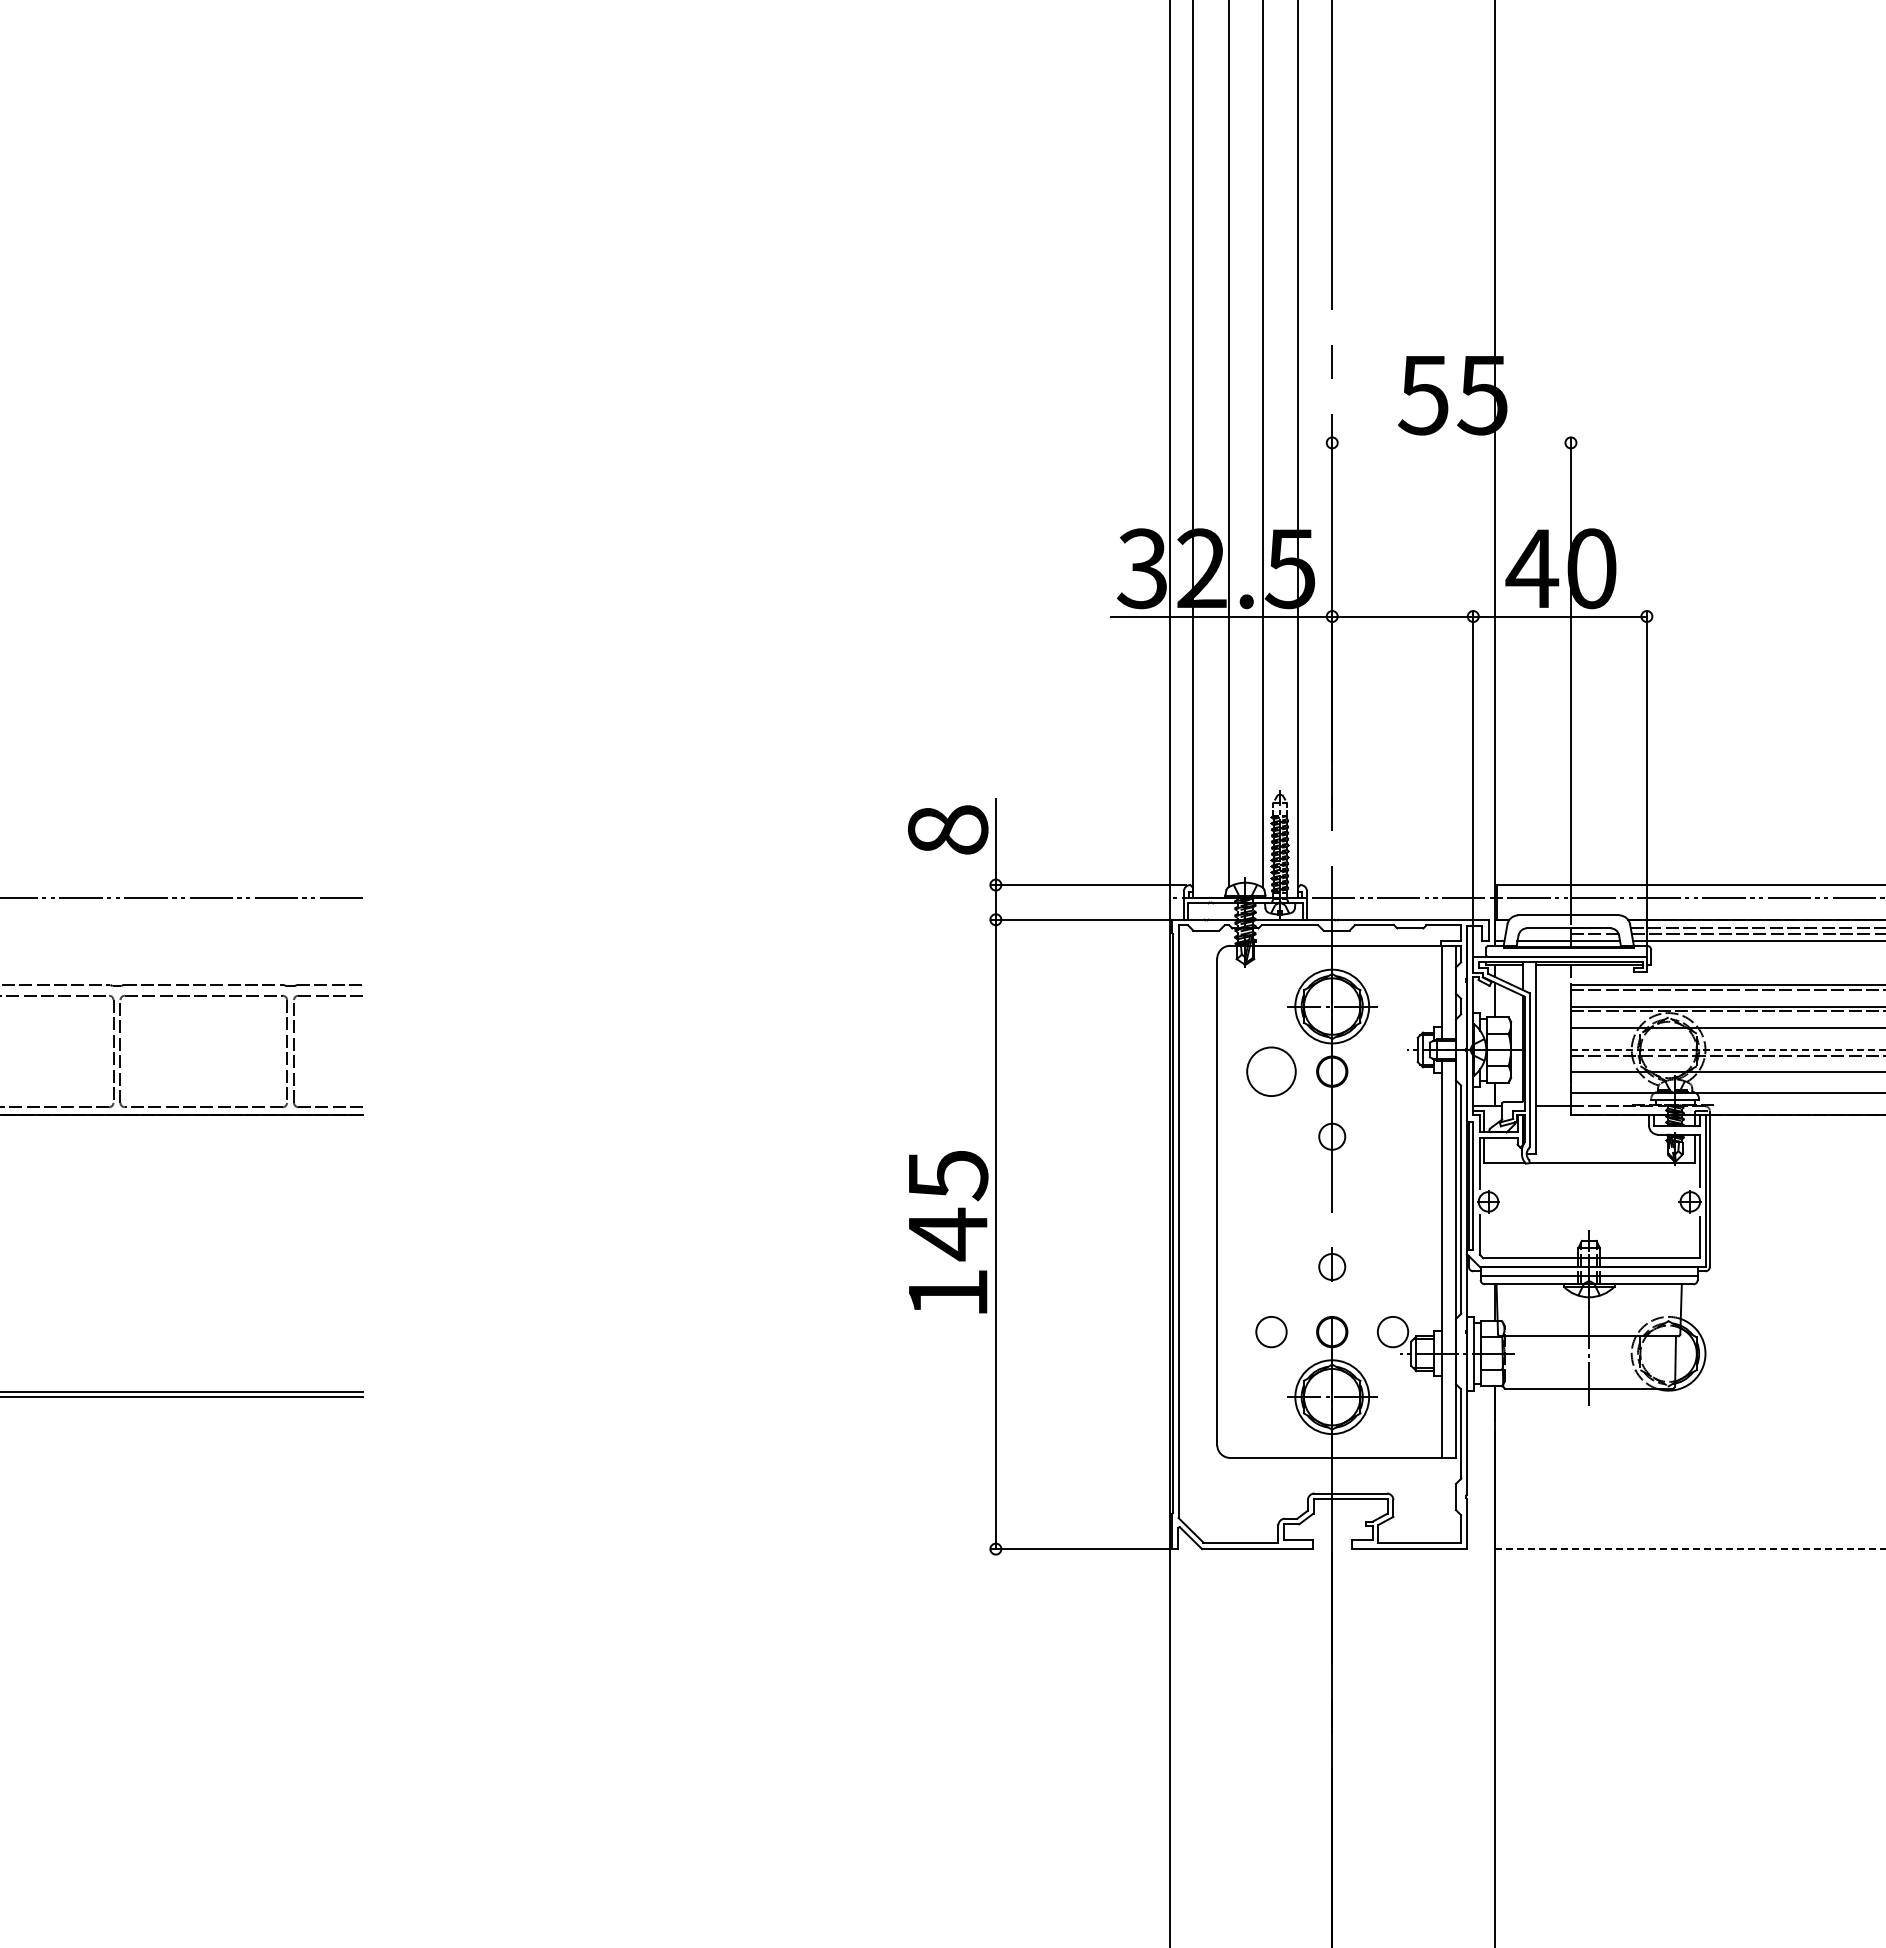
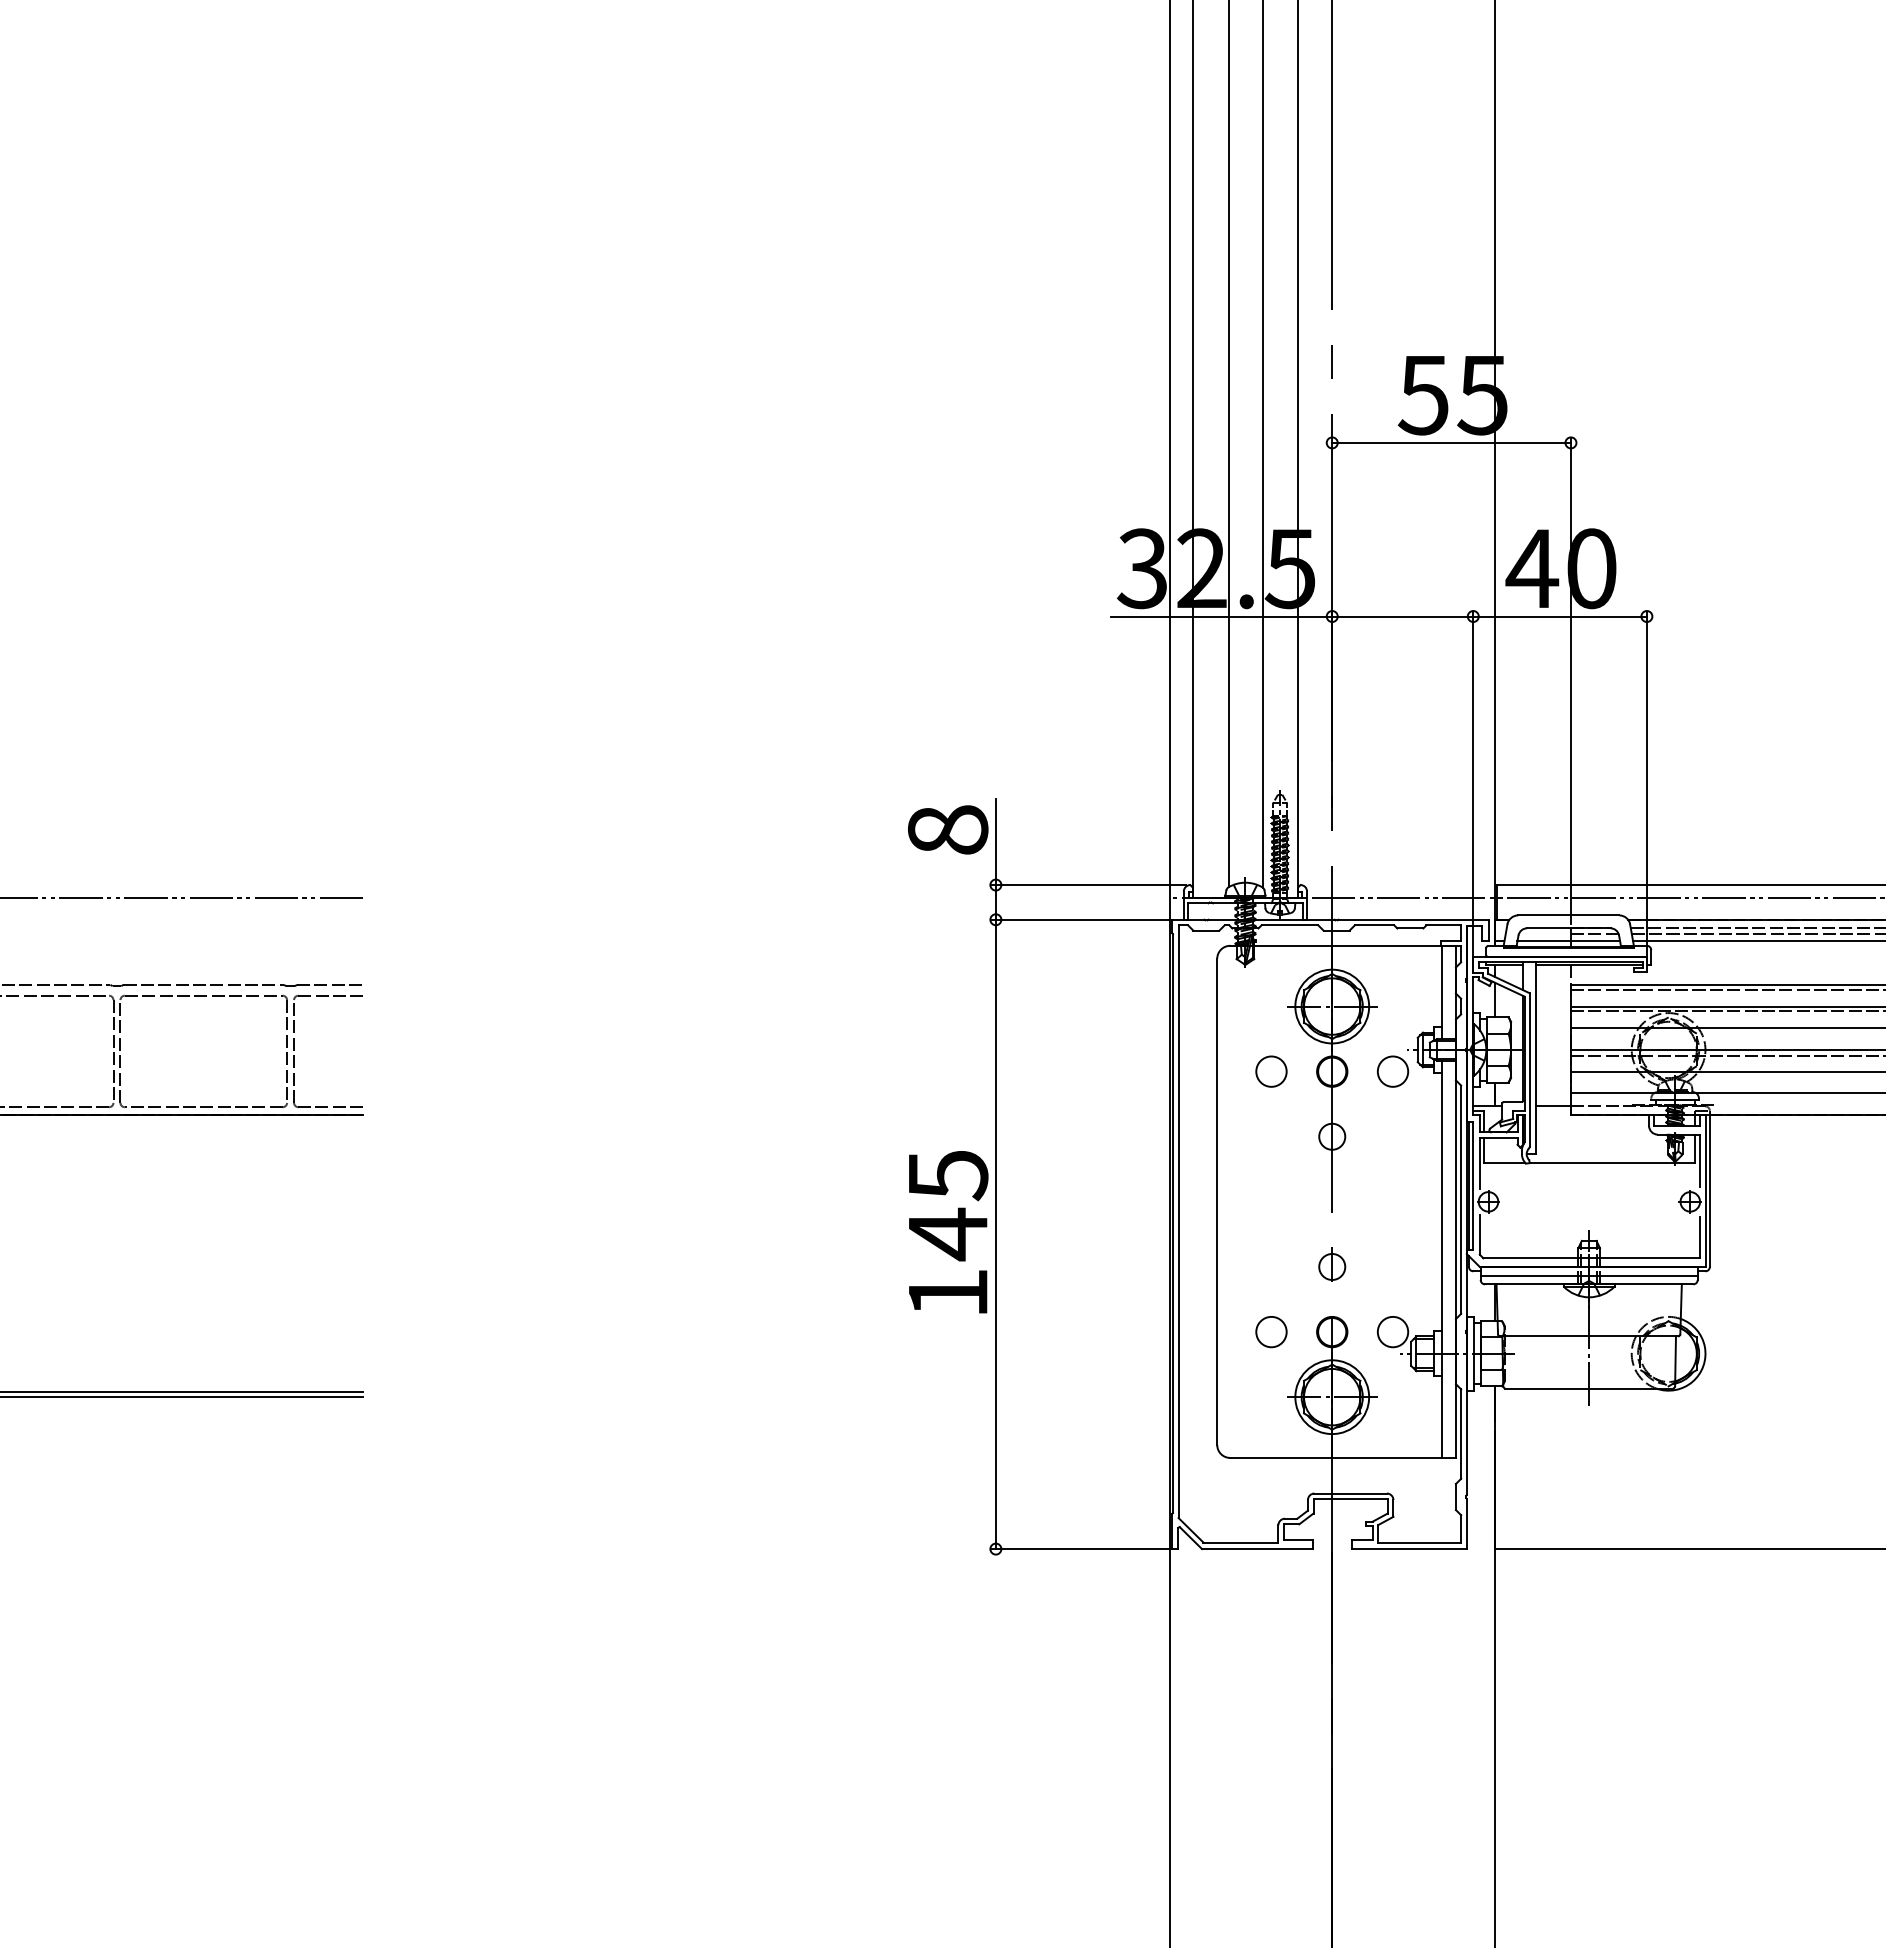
line at (1451, 442): none -> present
line at (1728, 1049): dashed -> solid
circle at (1271, 1071) size: 51x51 px -> 33x33 px
circle at (1392, 1071): none -> present
line at (1690, 1549): dashed -> solid
